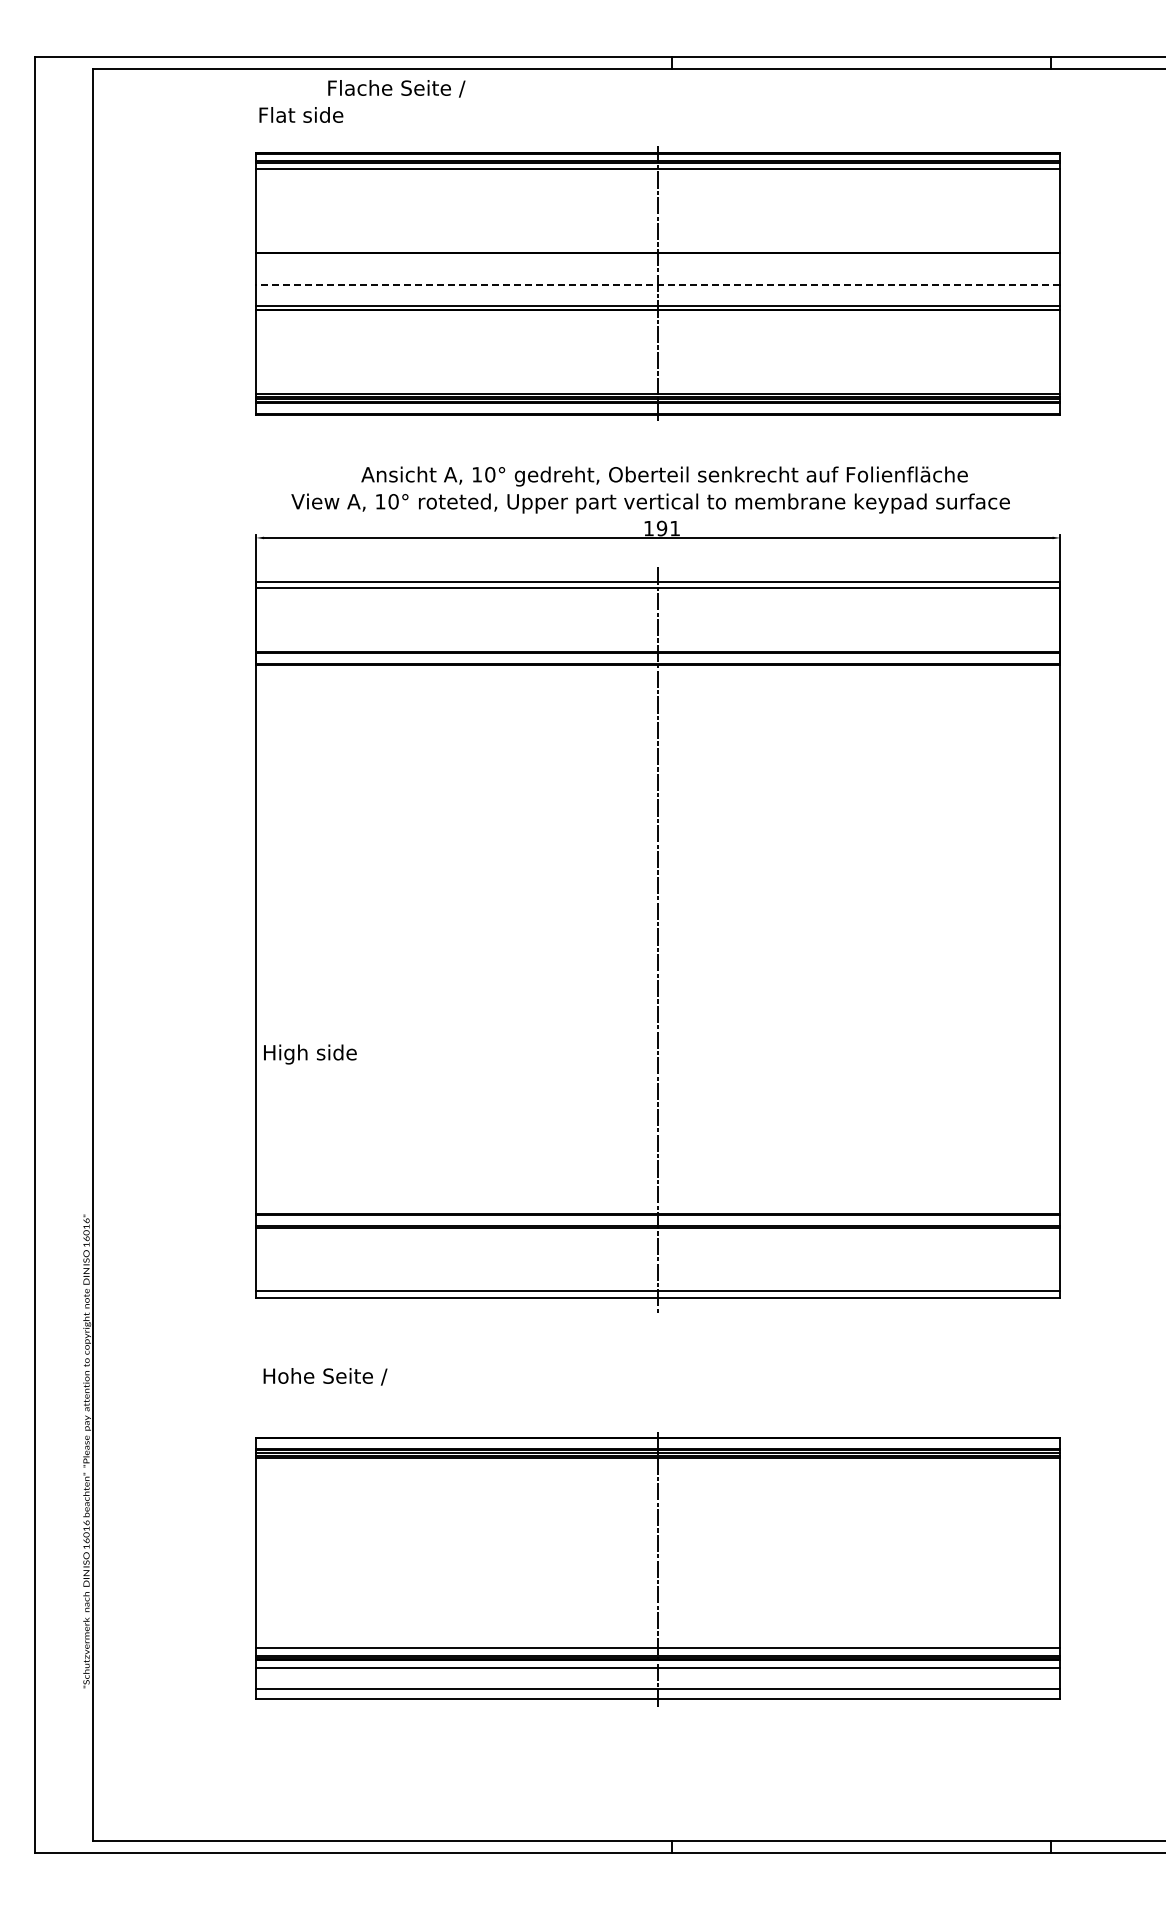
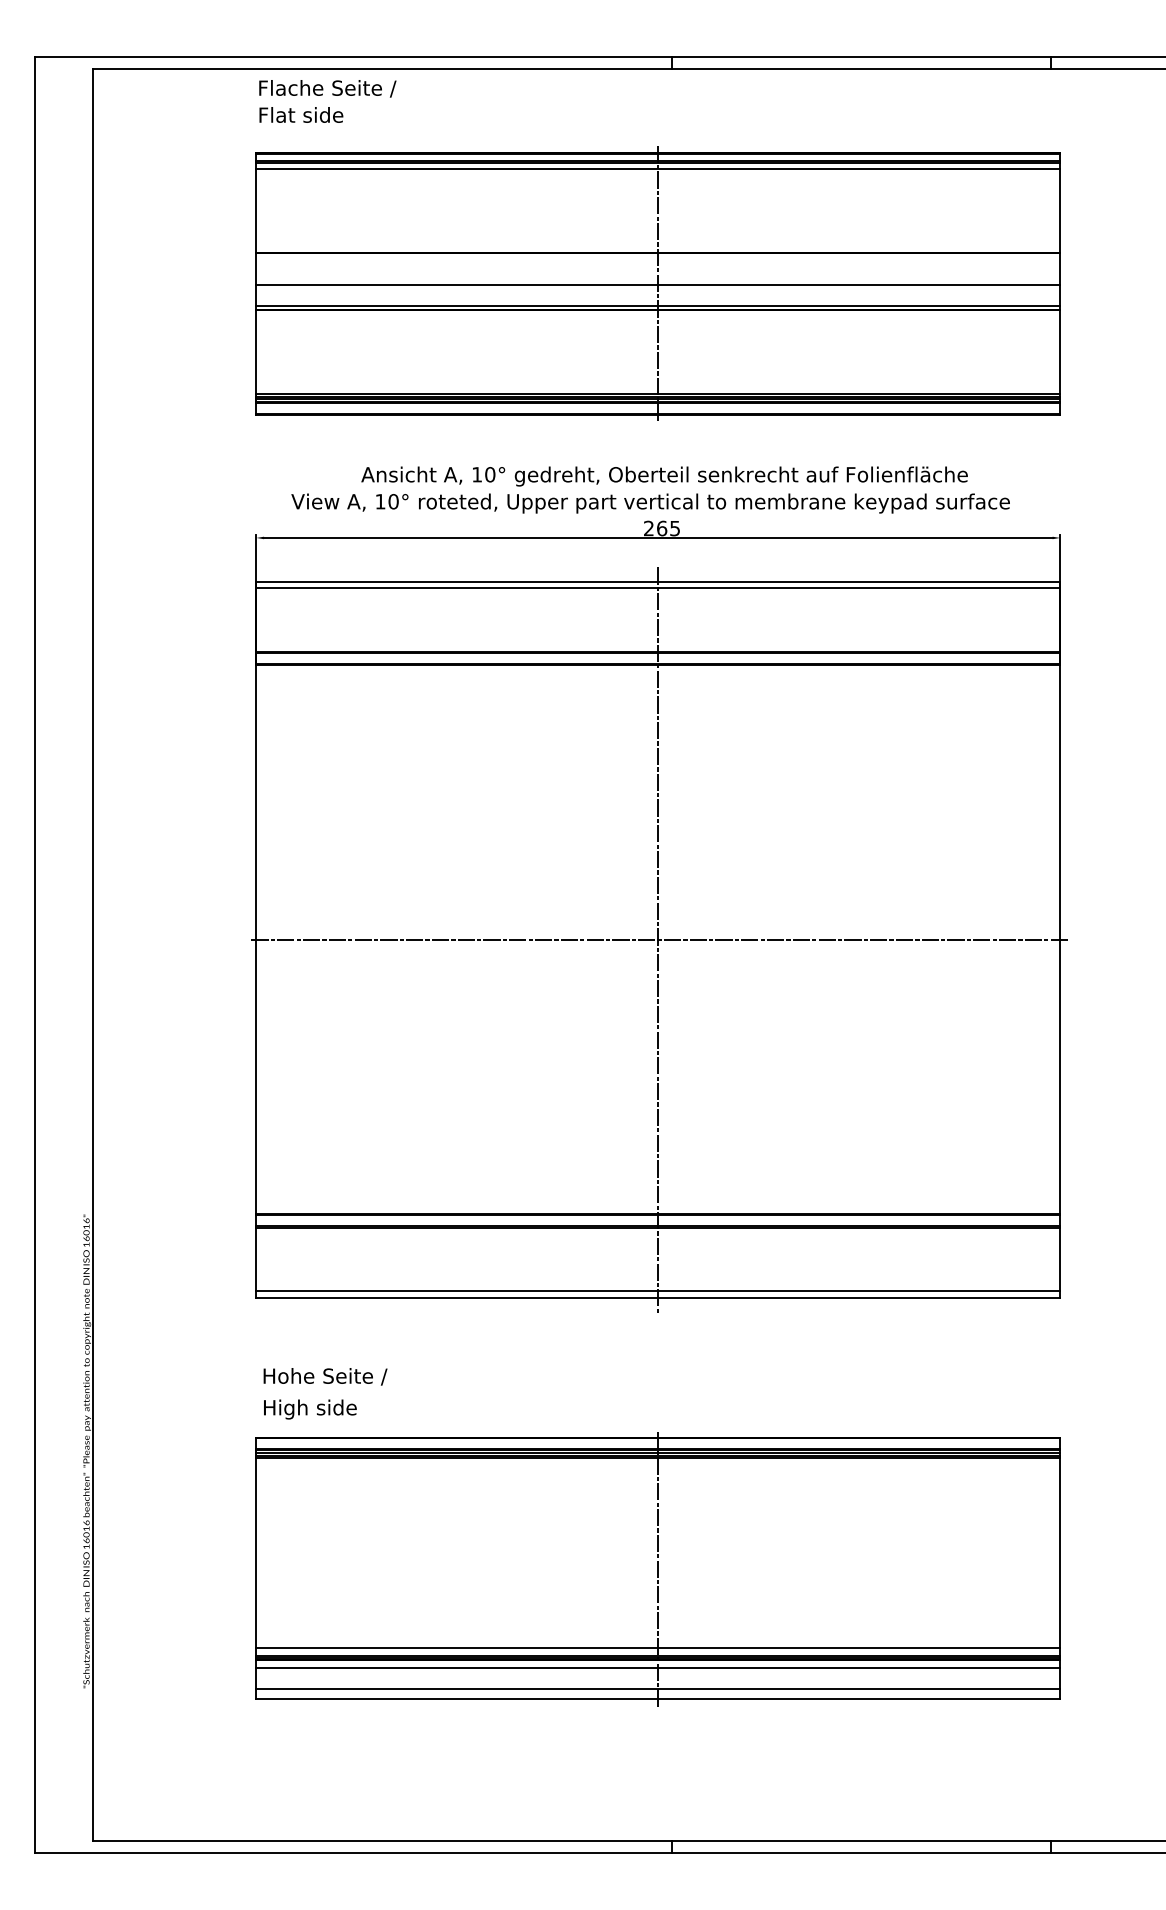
text at (396, 88) position: (396, 88) -> (327, 88)
line at (658, 285): dashed -> solid
text at (661, 528): 191 -> 265
line at (657, 939): none -> present
text at (310, 1054) position: (310, 1054) -> (310, 1409)
